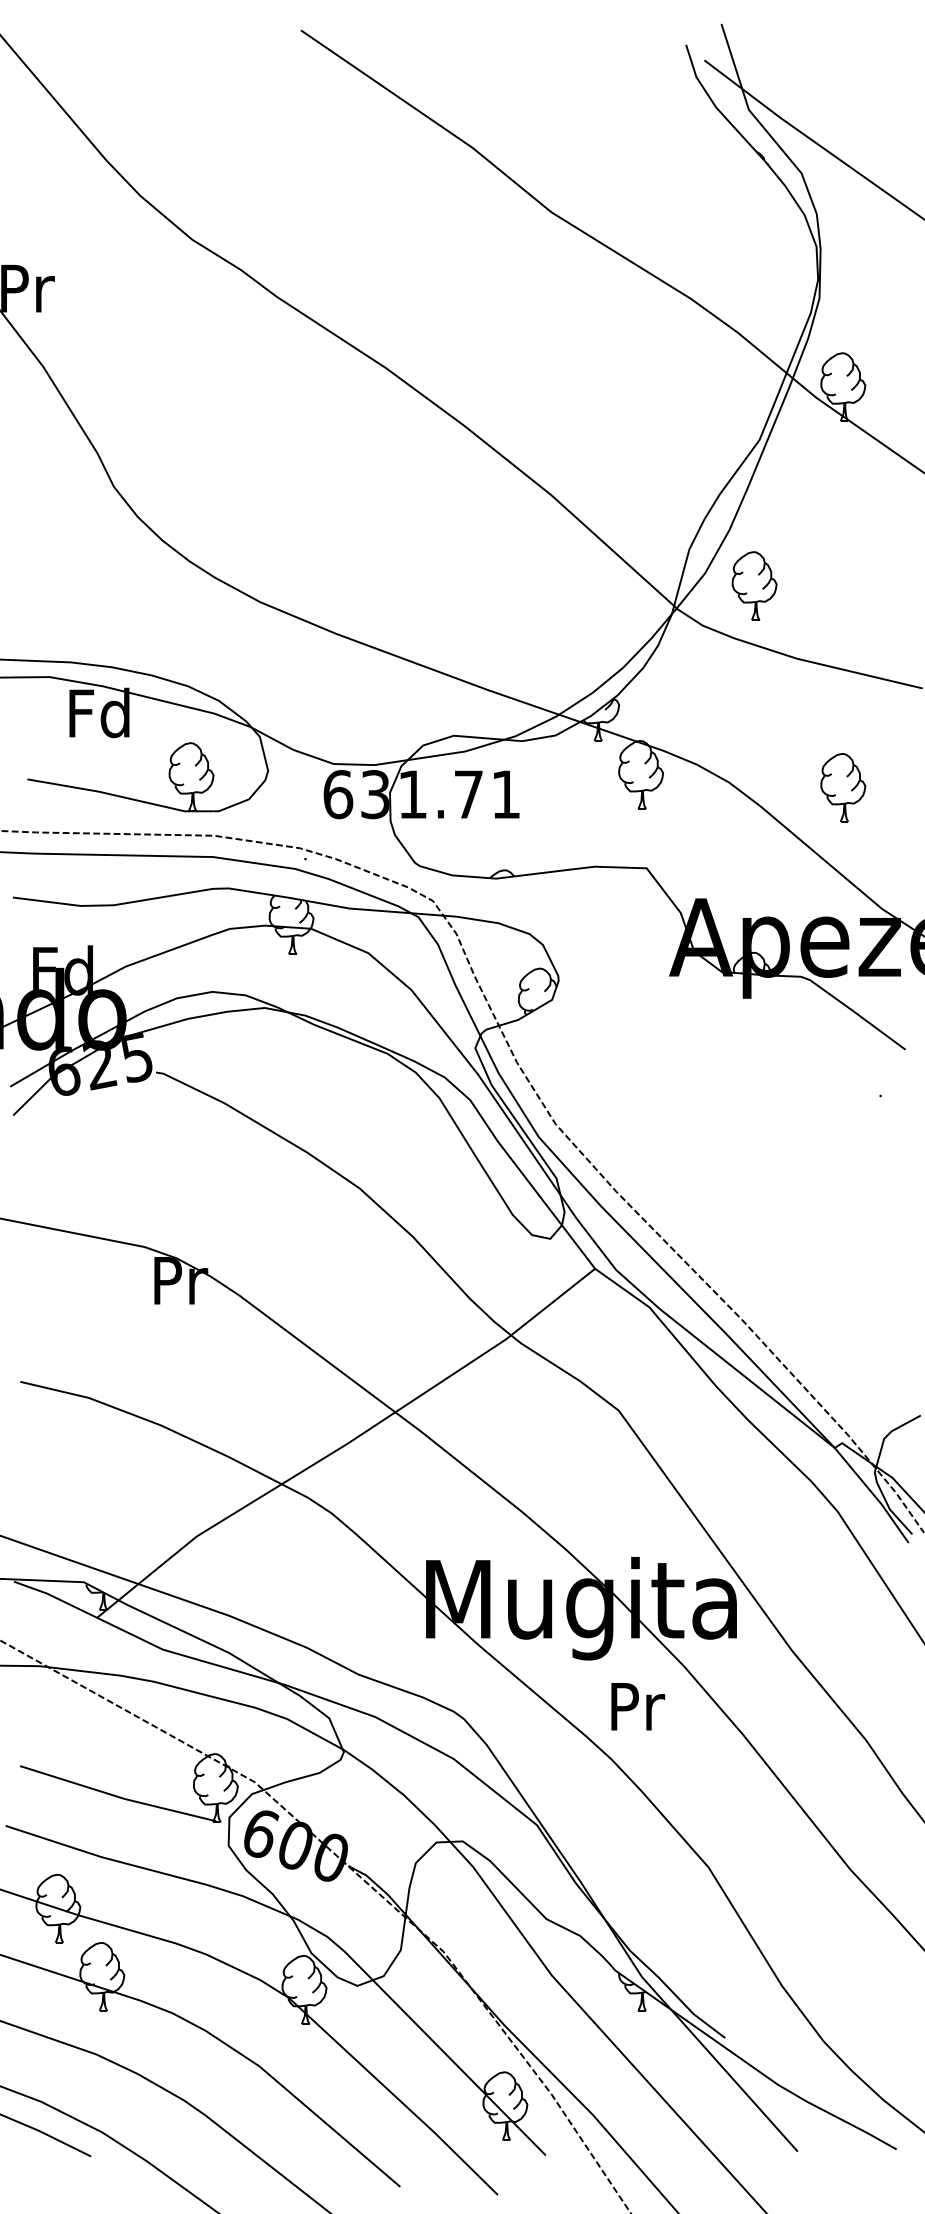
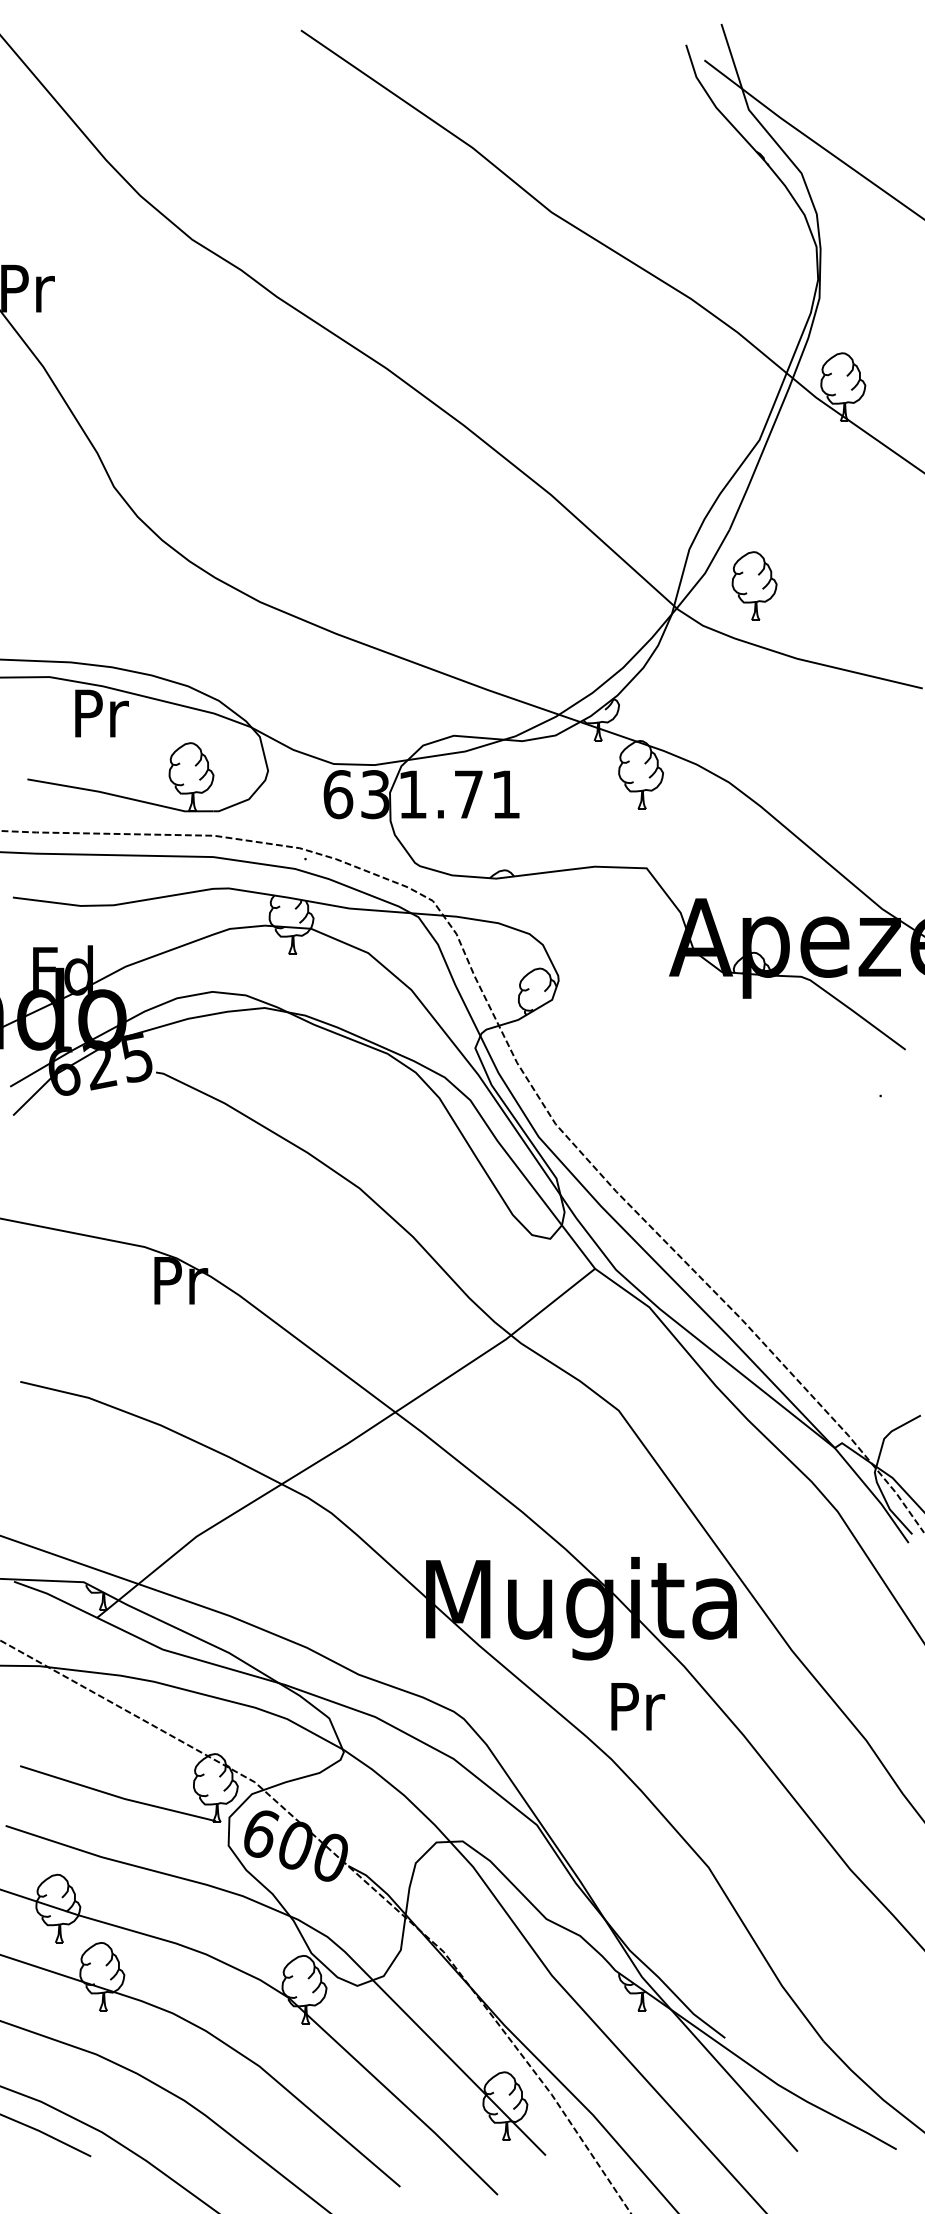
text at (99, 712): Fd -> Pr
part at (843, 787): present -> none
